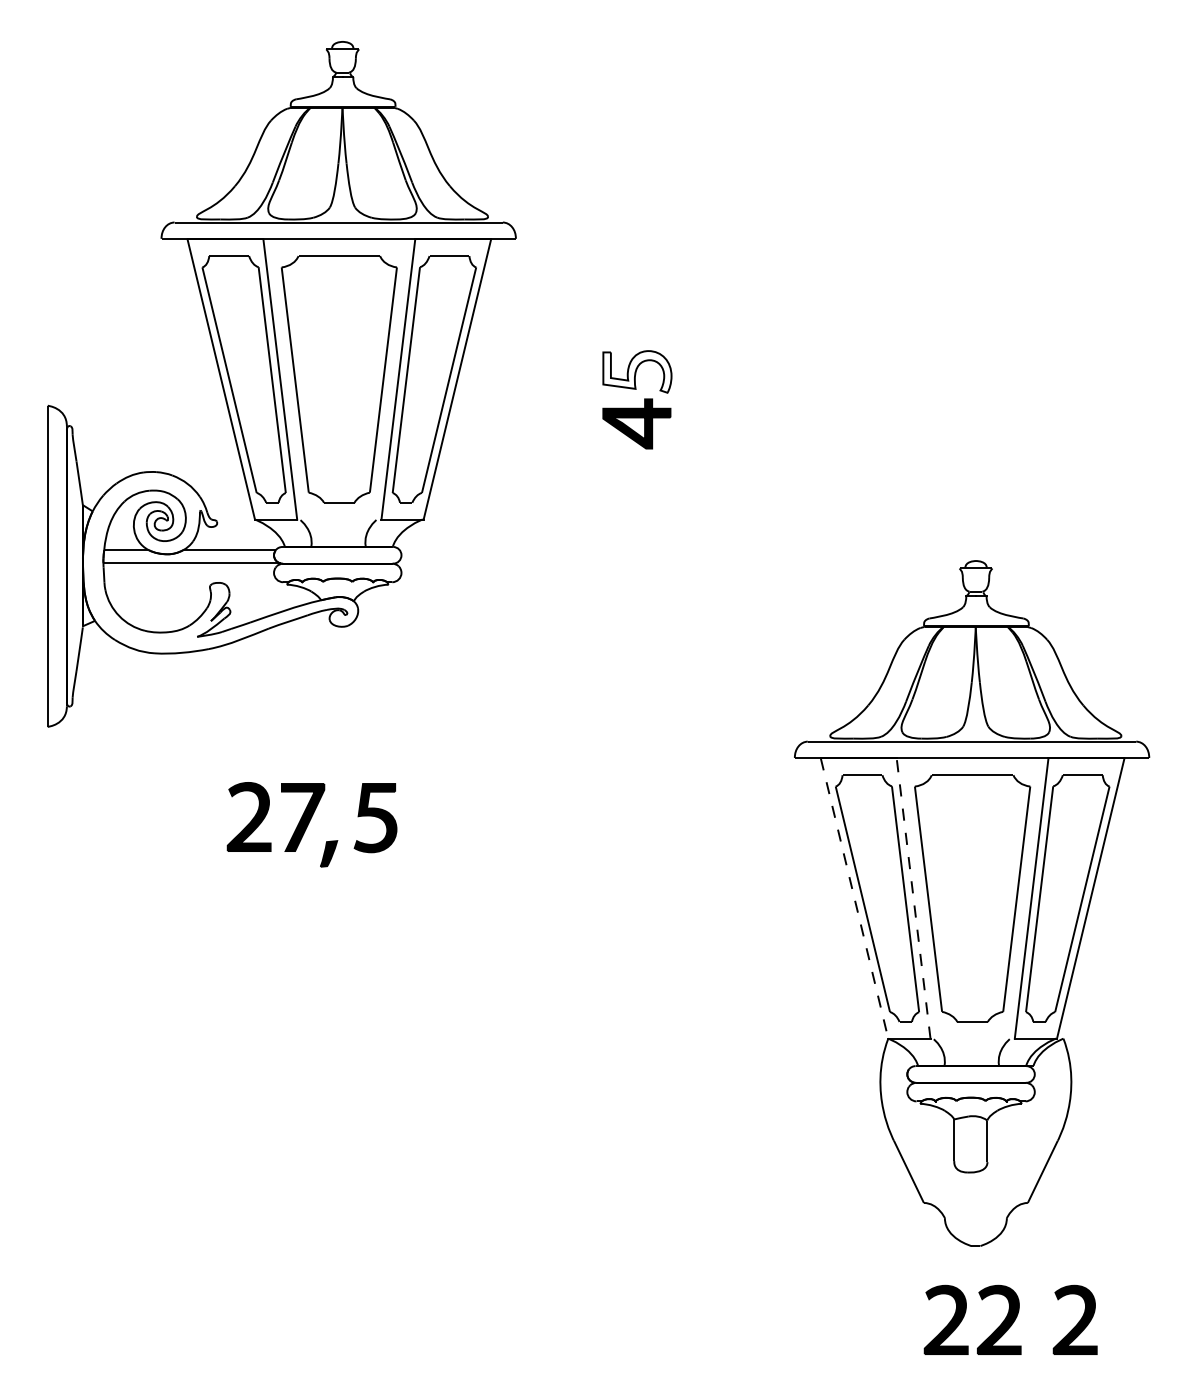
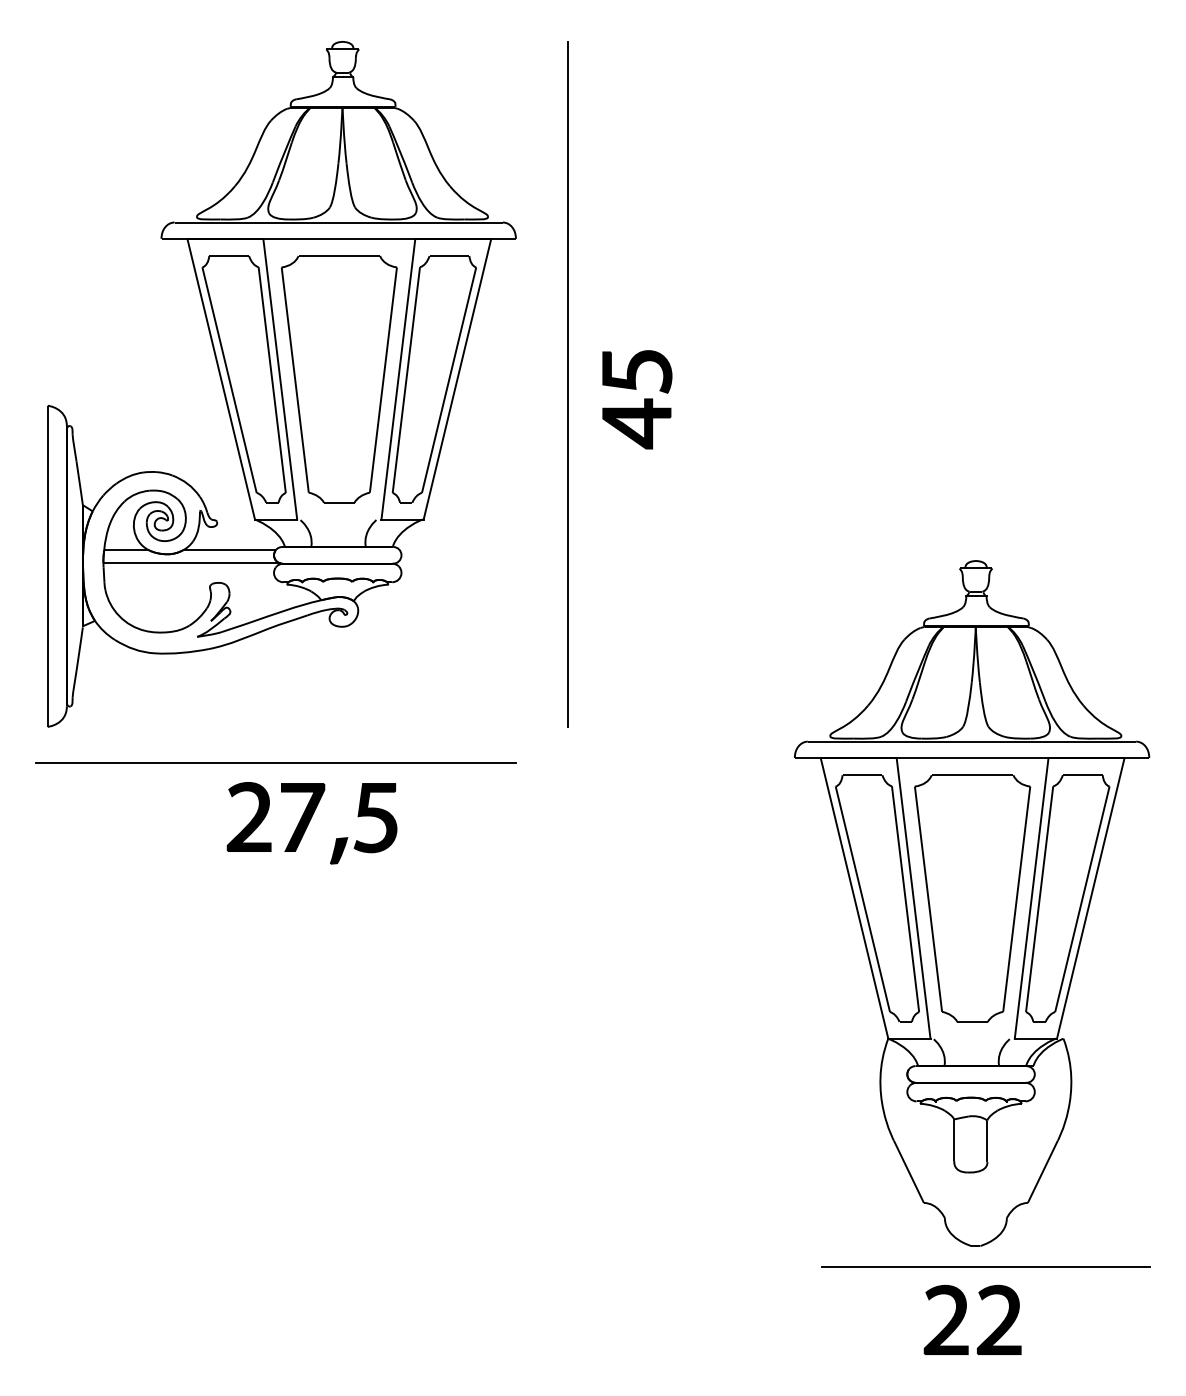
fill at (637, 371): none -> present
line at (567, 383): none -> present
line at (275, 762): none -> present
part at (329, 853) position: (329, 853) -> (339, 850)
line at (913, 898): dashed -> solid
line at (854, 899): dashed -> solid
line at (985, 1267): none -> present
part at (1074, 1319): present -> none
